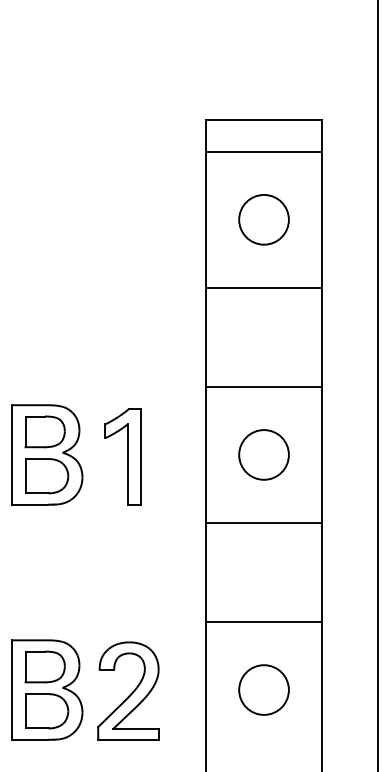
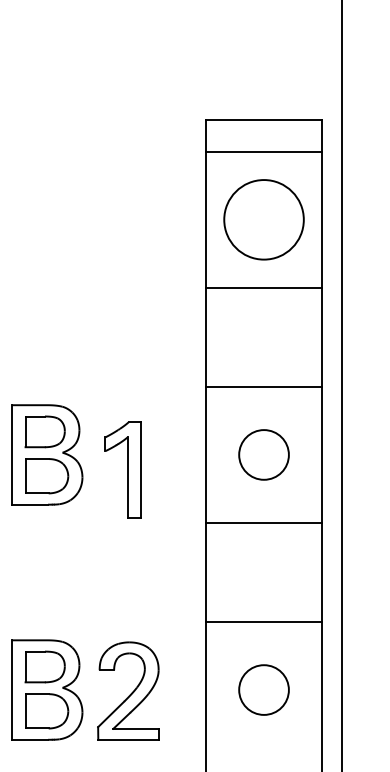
circle at (263, 219) diameter: 50 px -> 80 px
line at (378, 385) position: (378, 385) -> (342, 385)
part at (122, 456) position: (122, 456) -> (122, 469)
